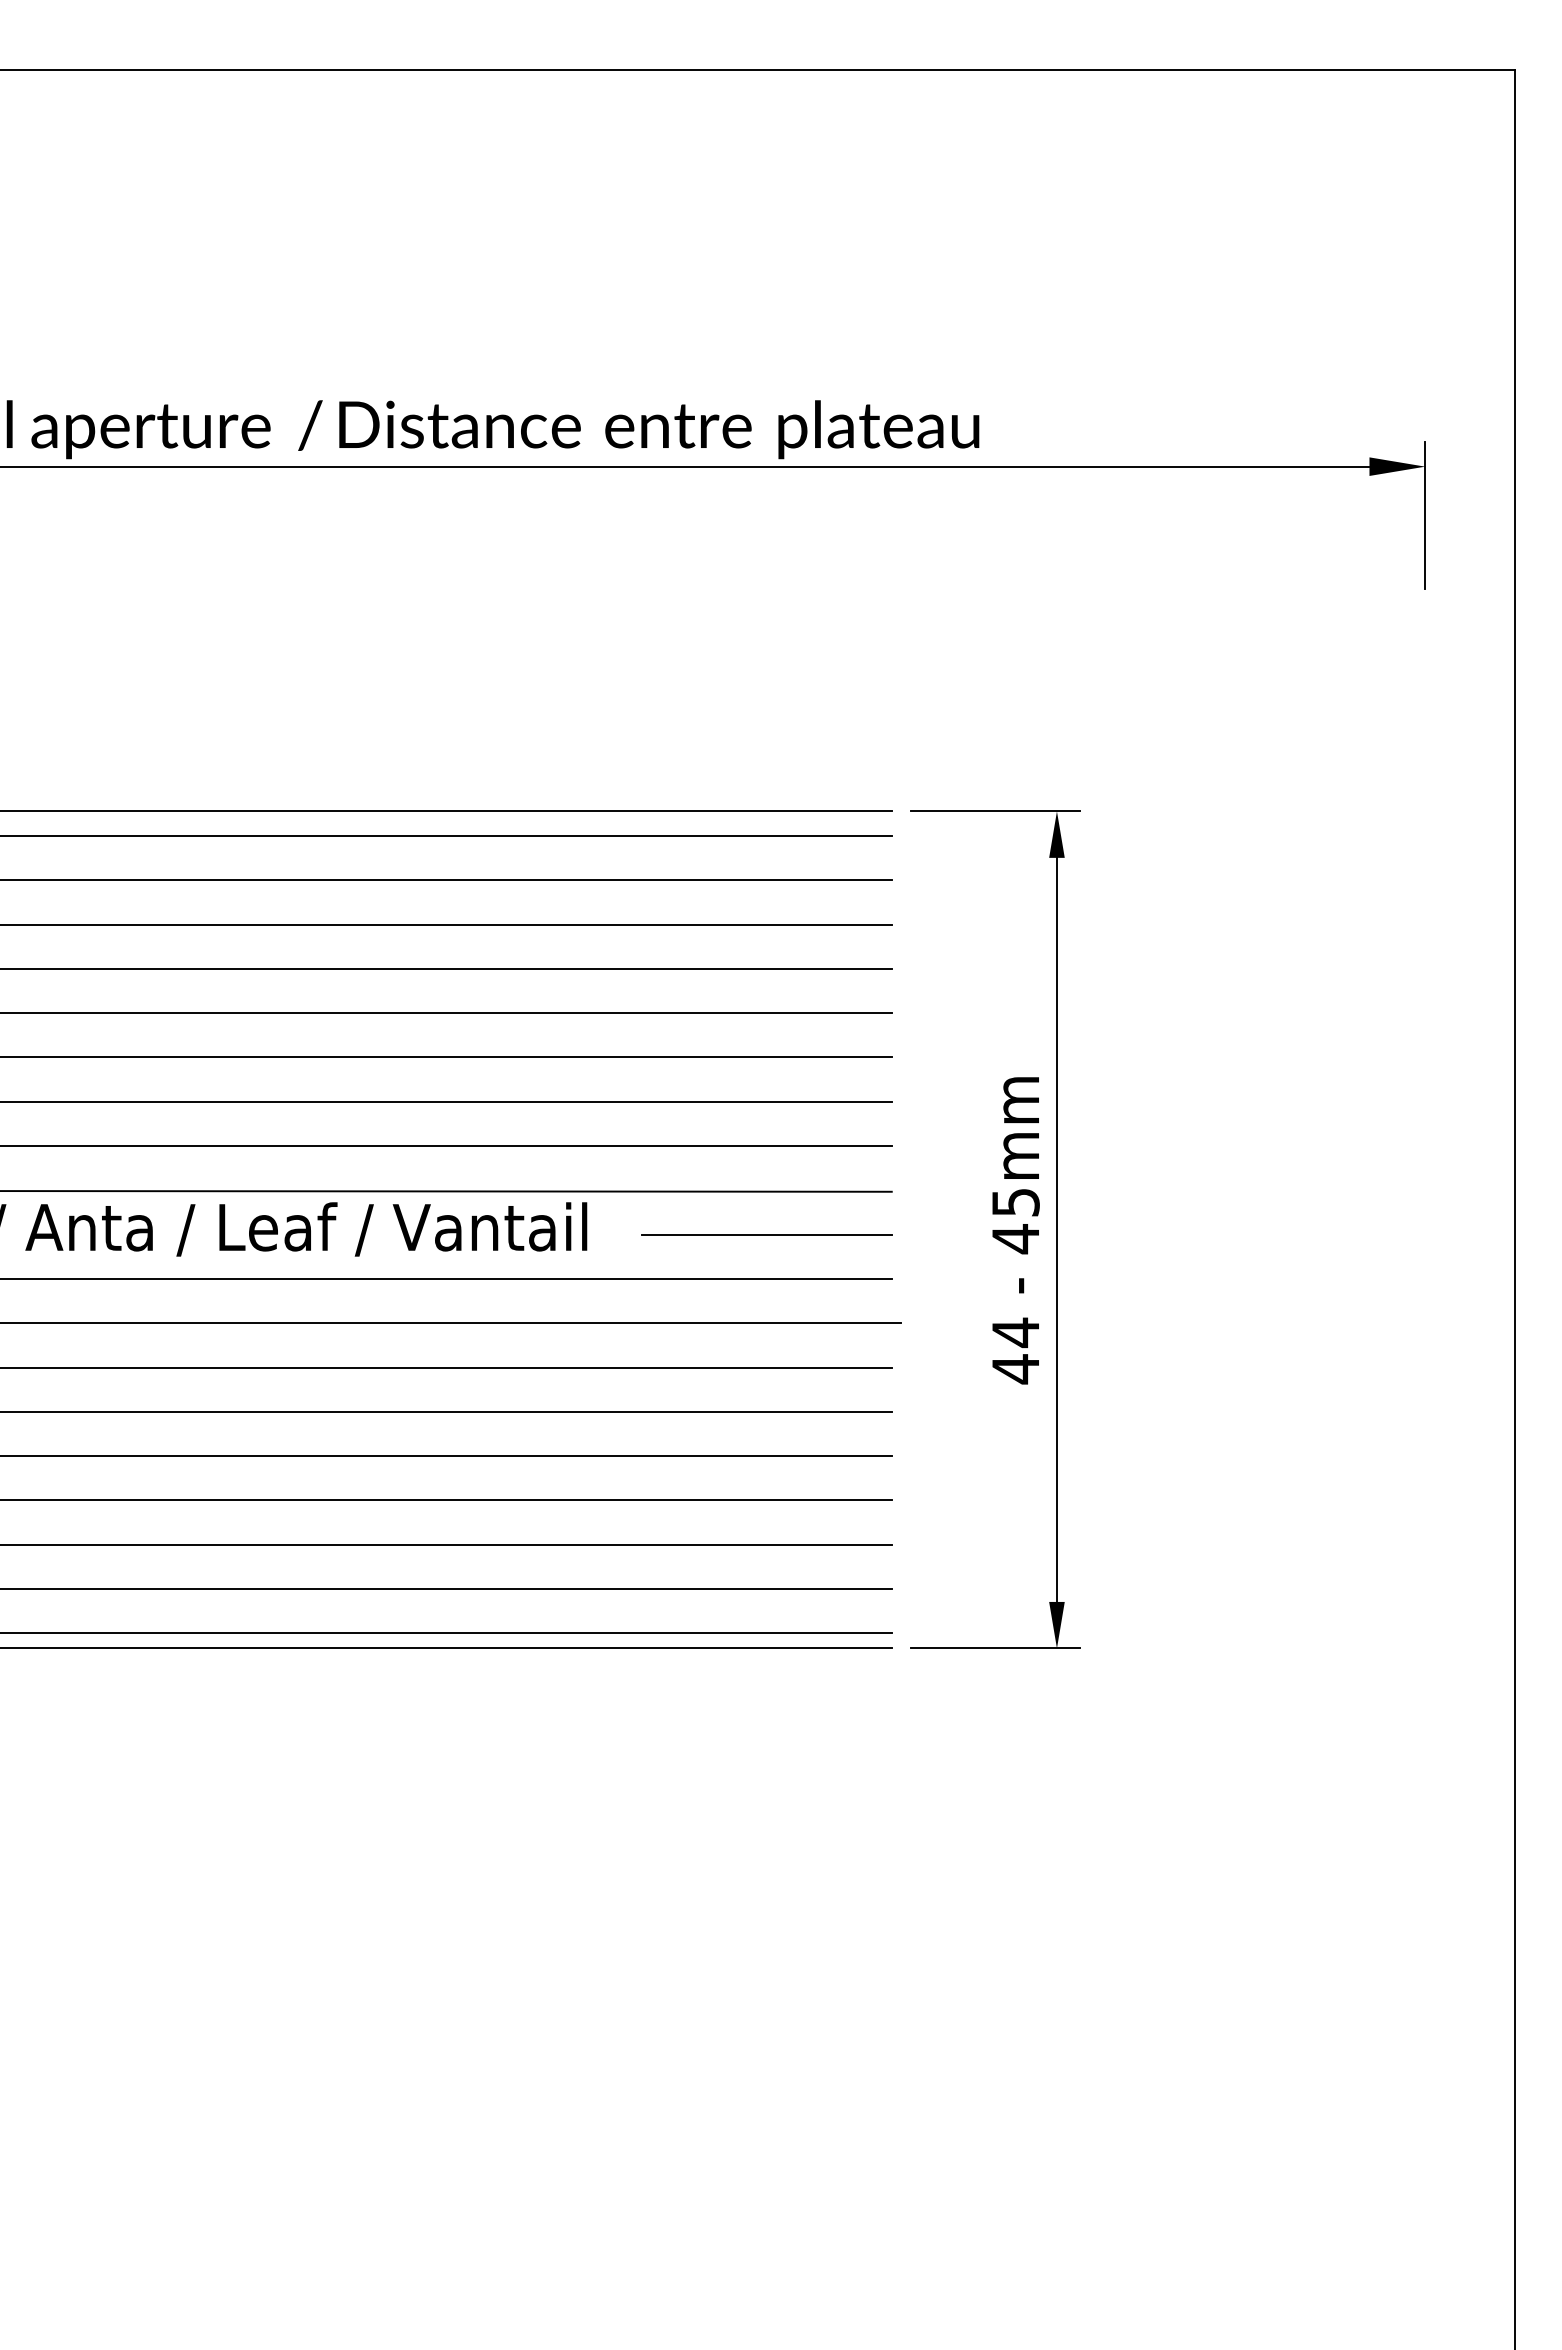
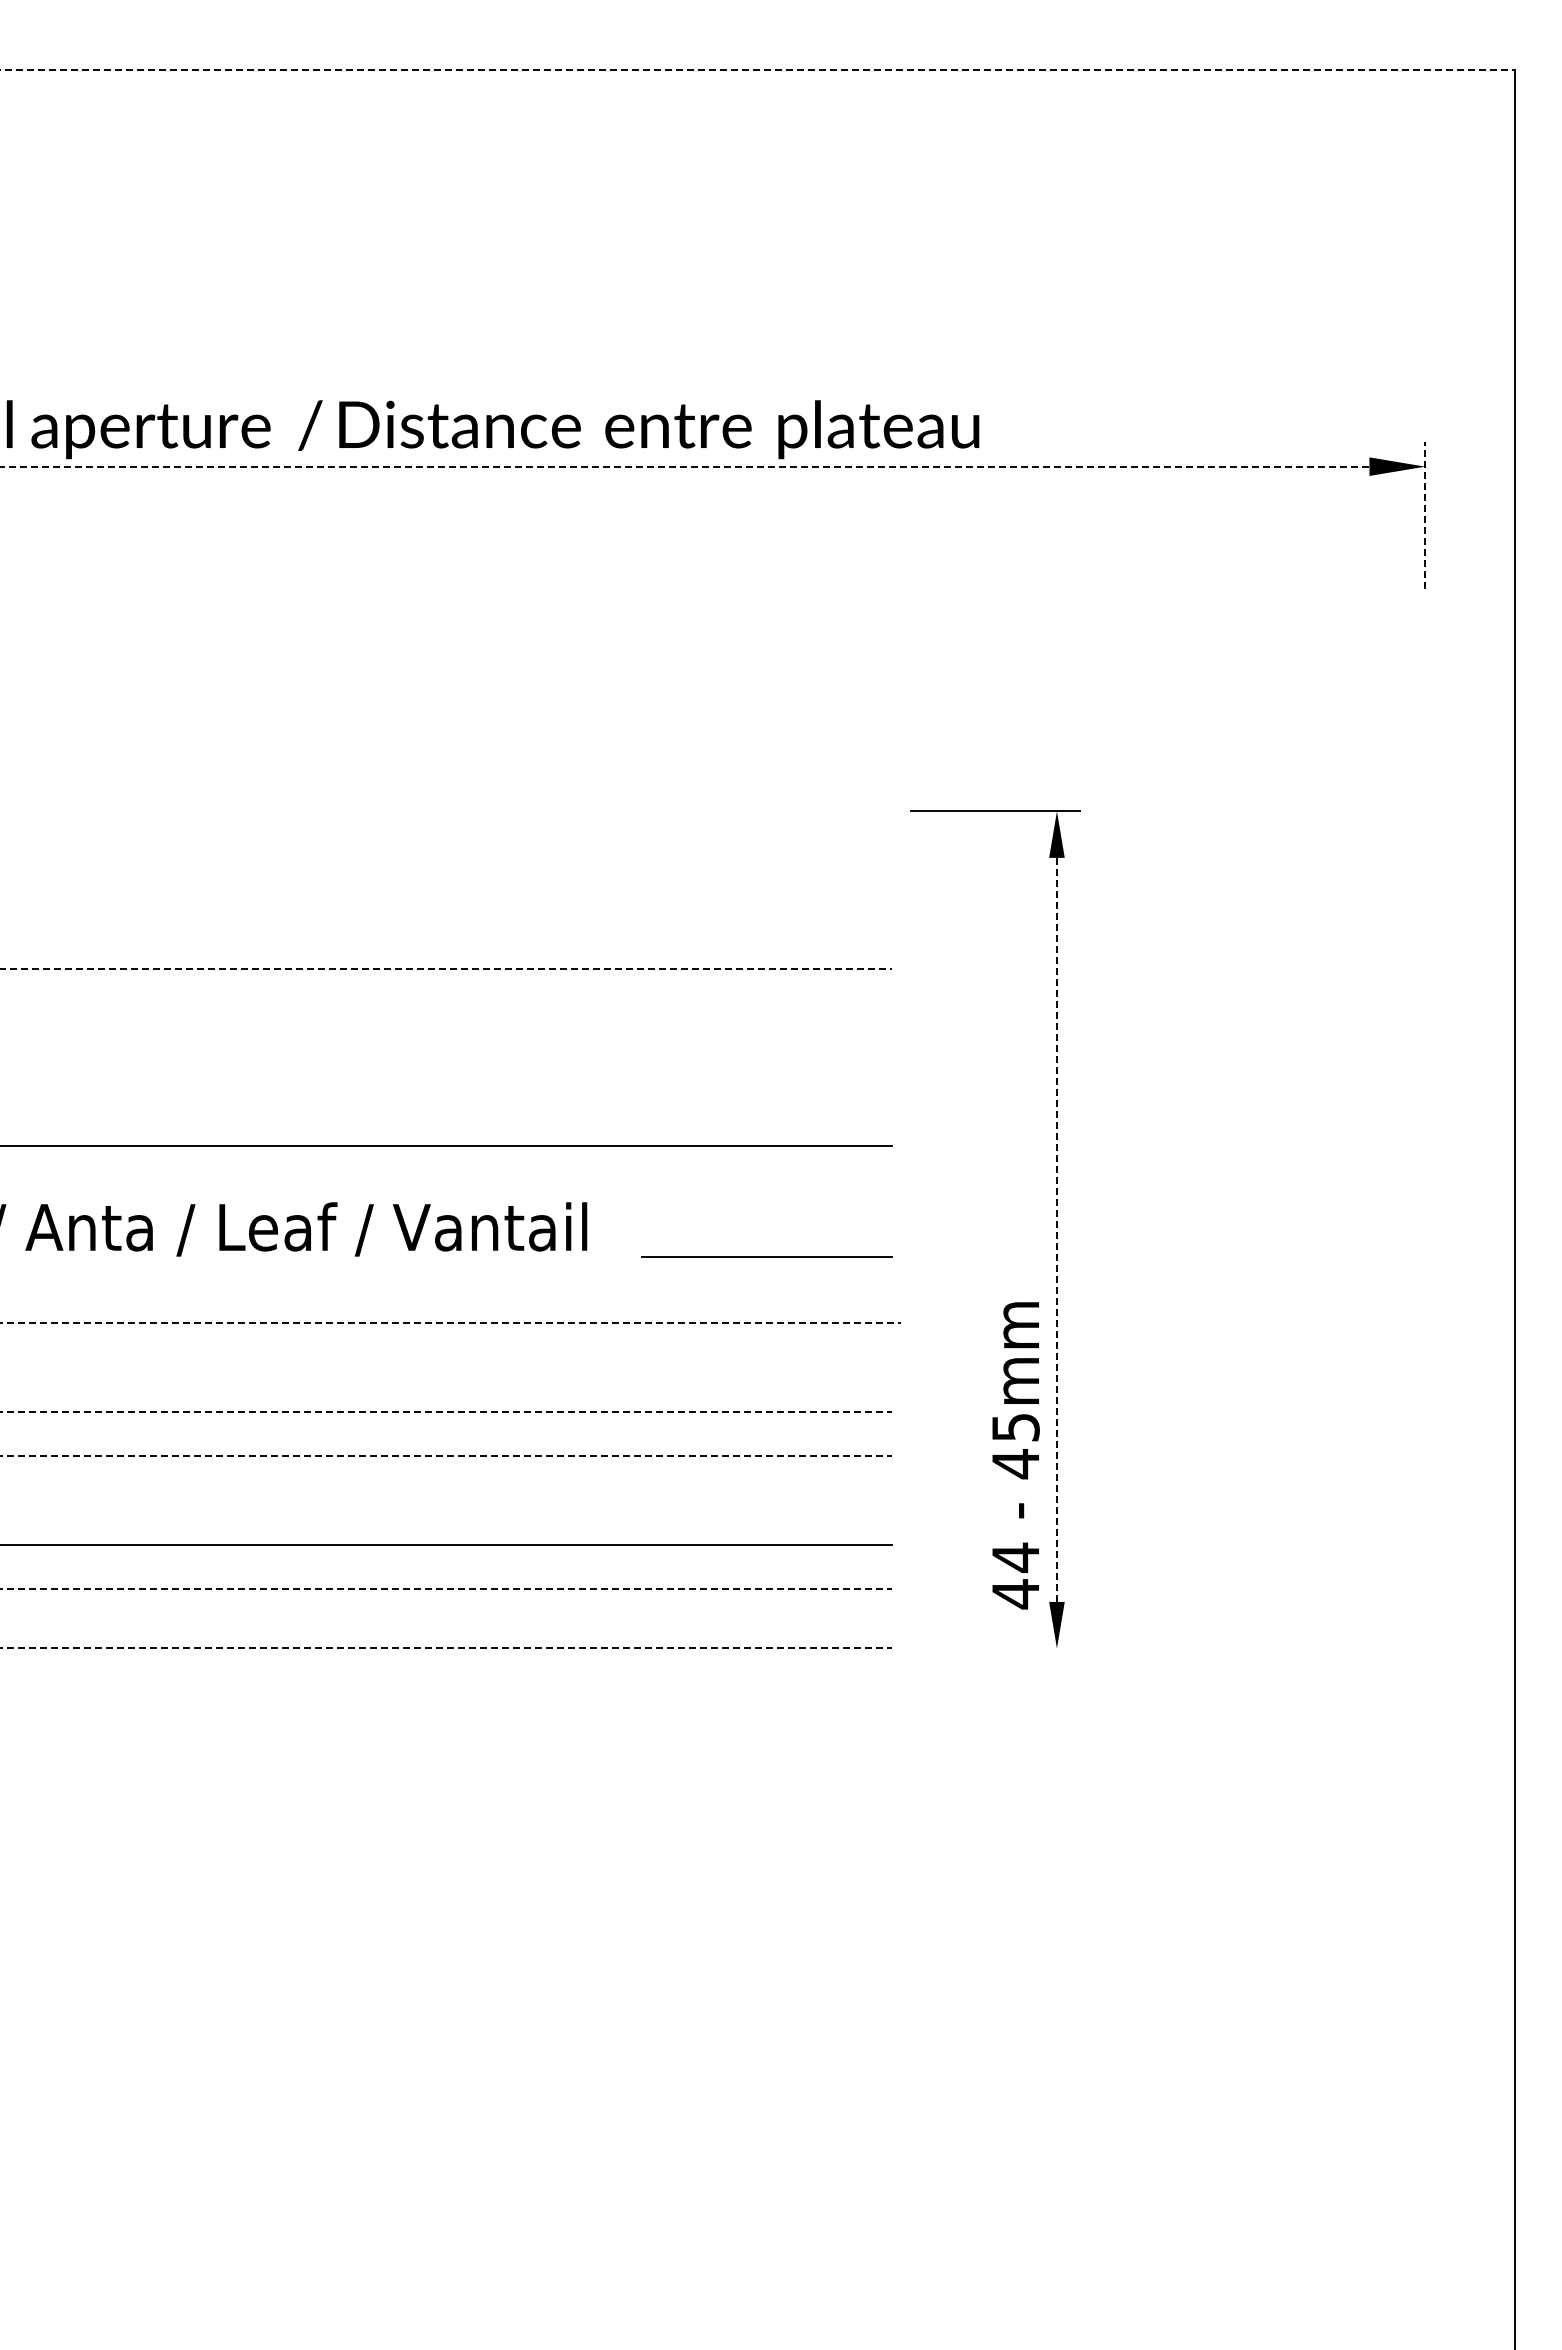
line at (757, 70): solid -> dashed
line at (685, 466): solid -> dashed
line at (1424, 515): solid -> dashed
line at (446, 811): present -> none
line at (446, 836): present -> none
line at (446, 880): present -> none
line at (446, 924): present -> none
line at (446, 968): solid -> dashed
line at (446, 1013): present -> none
line at (446, 1057): present -> none
line at (446, 1101): present -> none
line at (446, 1191): present -> none
text at (1015, 1230) position: (1015, 1230) -> (1015, 1455)
line at (1056, 1230): solid -> dashed
line at (766, 1234) position: (766, 1234) -> (766, 1256)
line at (446, 1279): present -> none
line at (451, 1323): solid -> dashed
line at (446, 1367): present -> none
line at (446, 1411): solid -> dashed
line at (446, 1456): solid -> dashed
line at (446, 1500): present -> none
line at (446, 1589): solid -> dashed
line at (446, 1633): present -> none
line at (446, 1648): solid -> dashed
line at (995, 1648): present -> none
